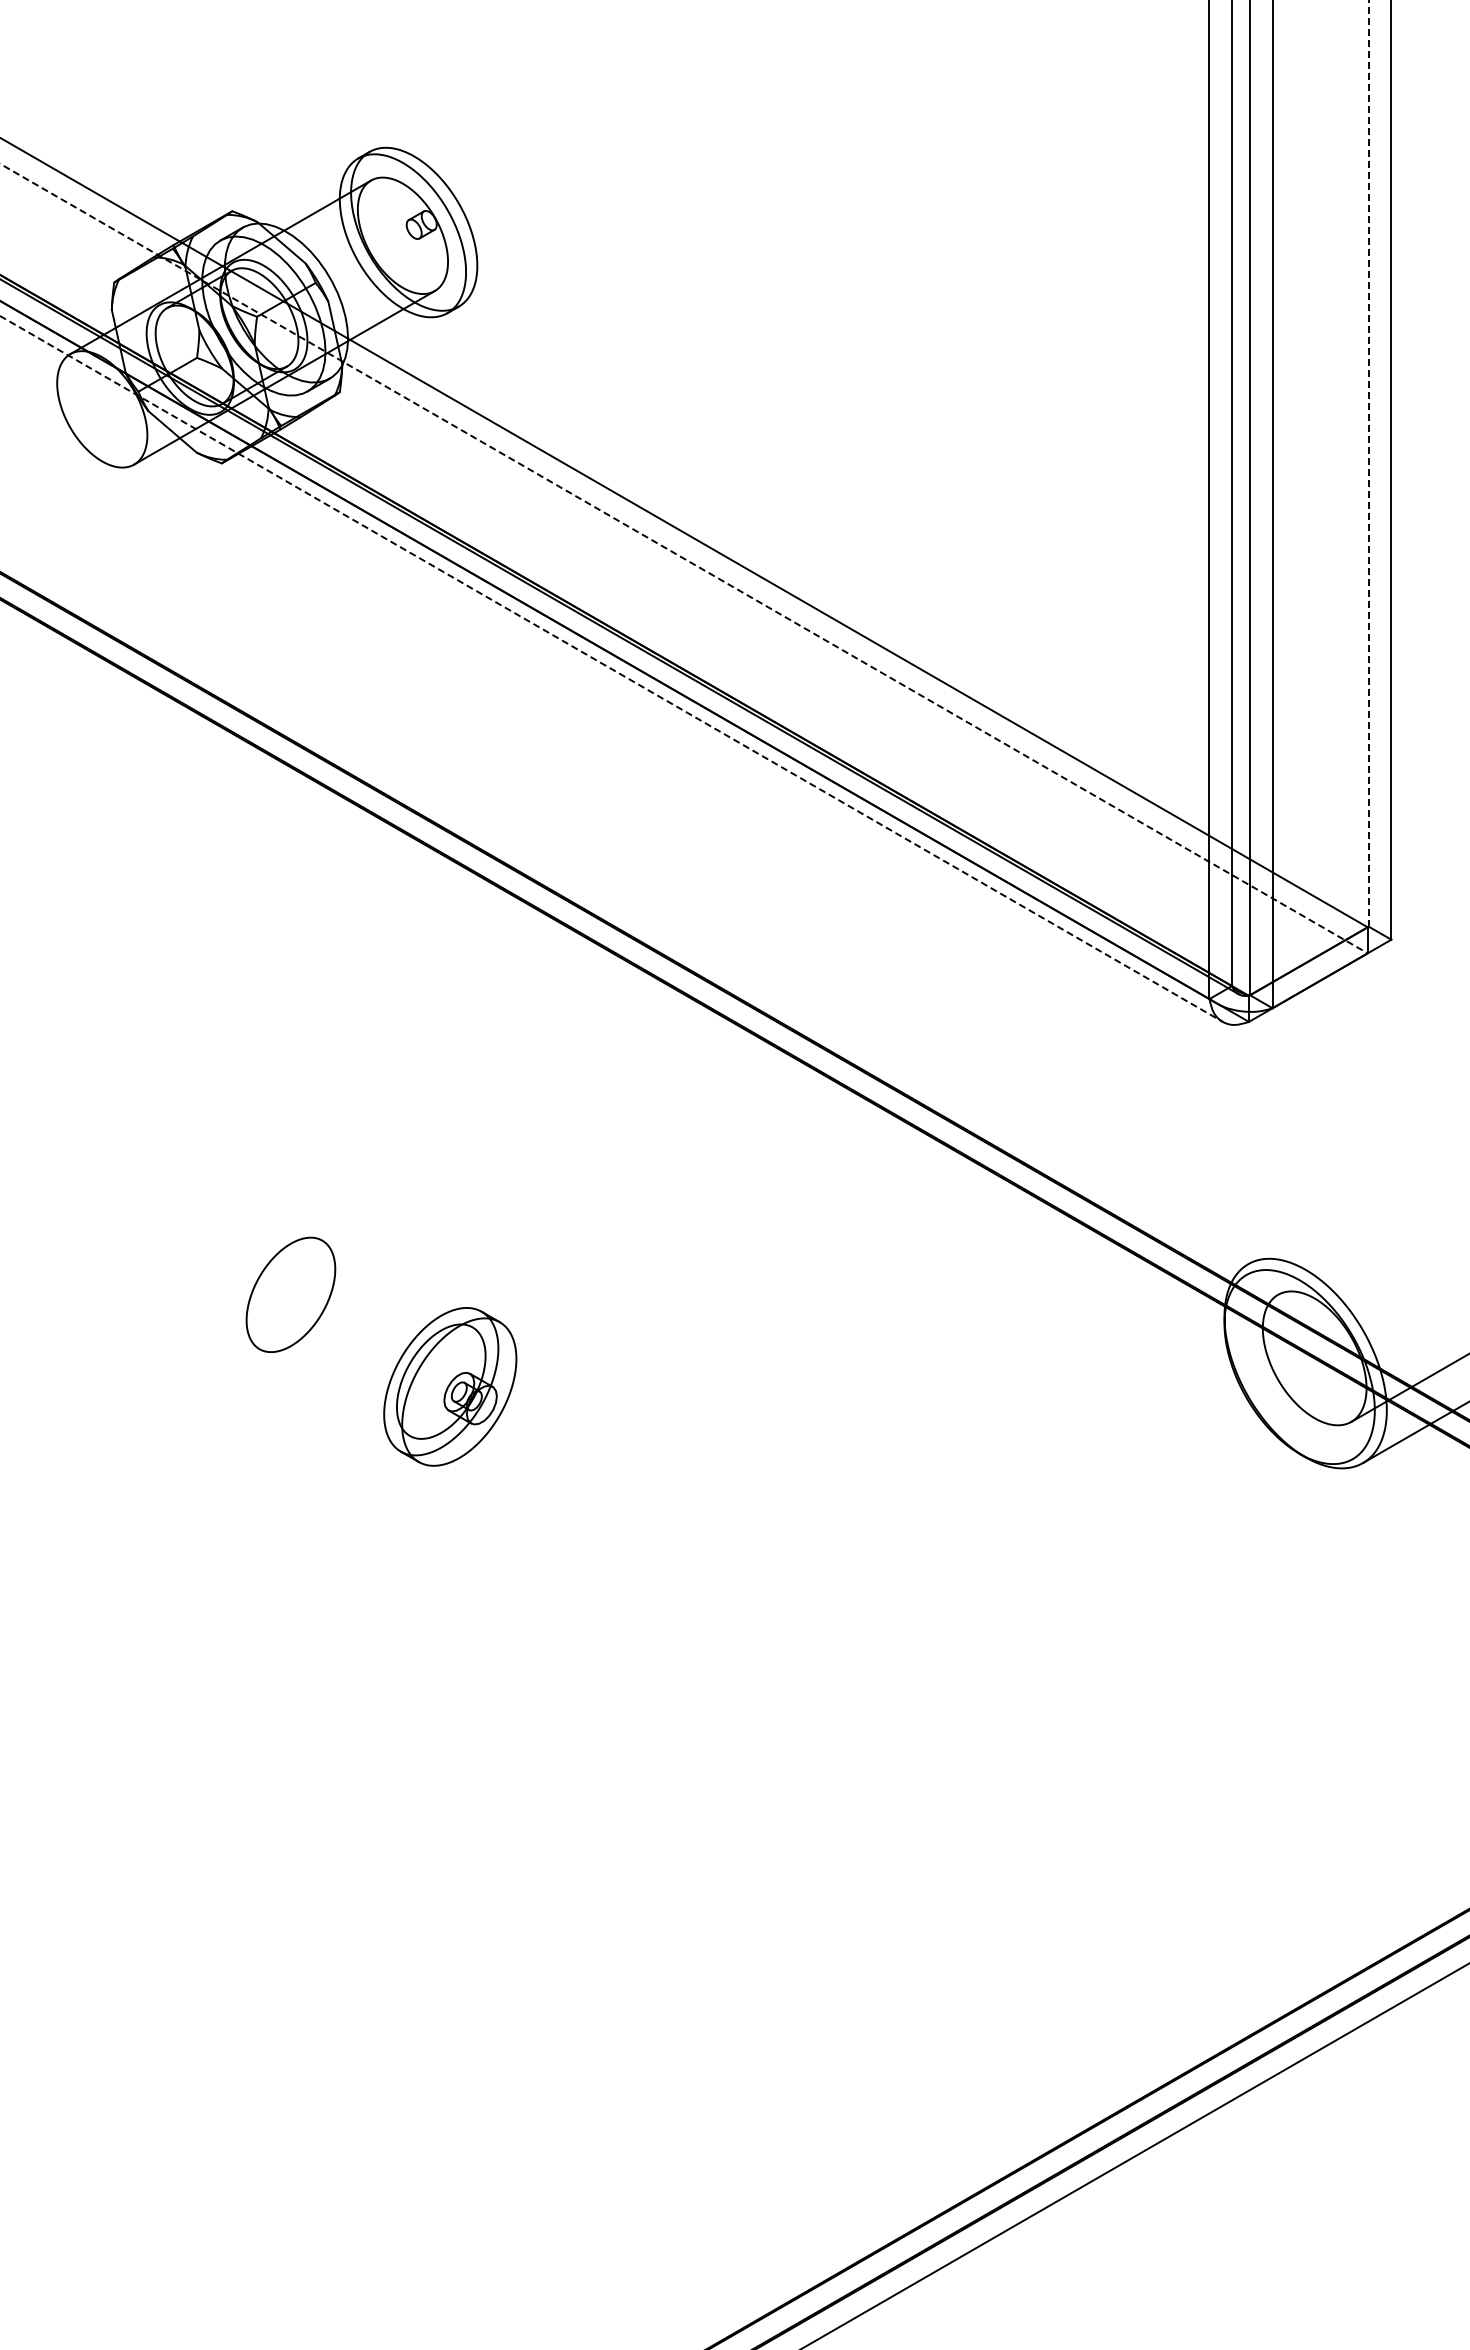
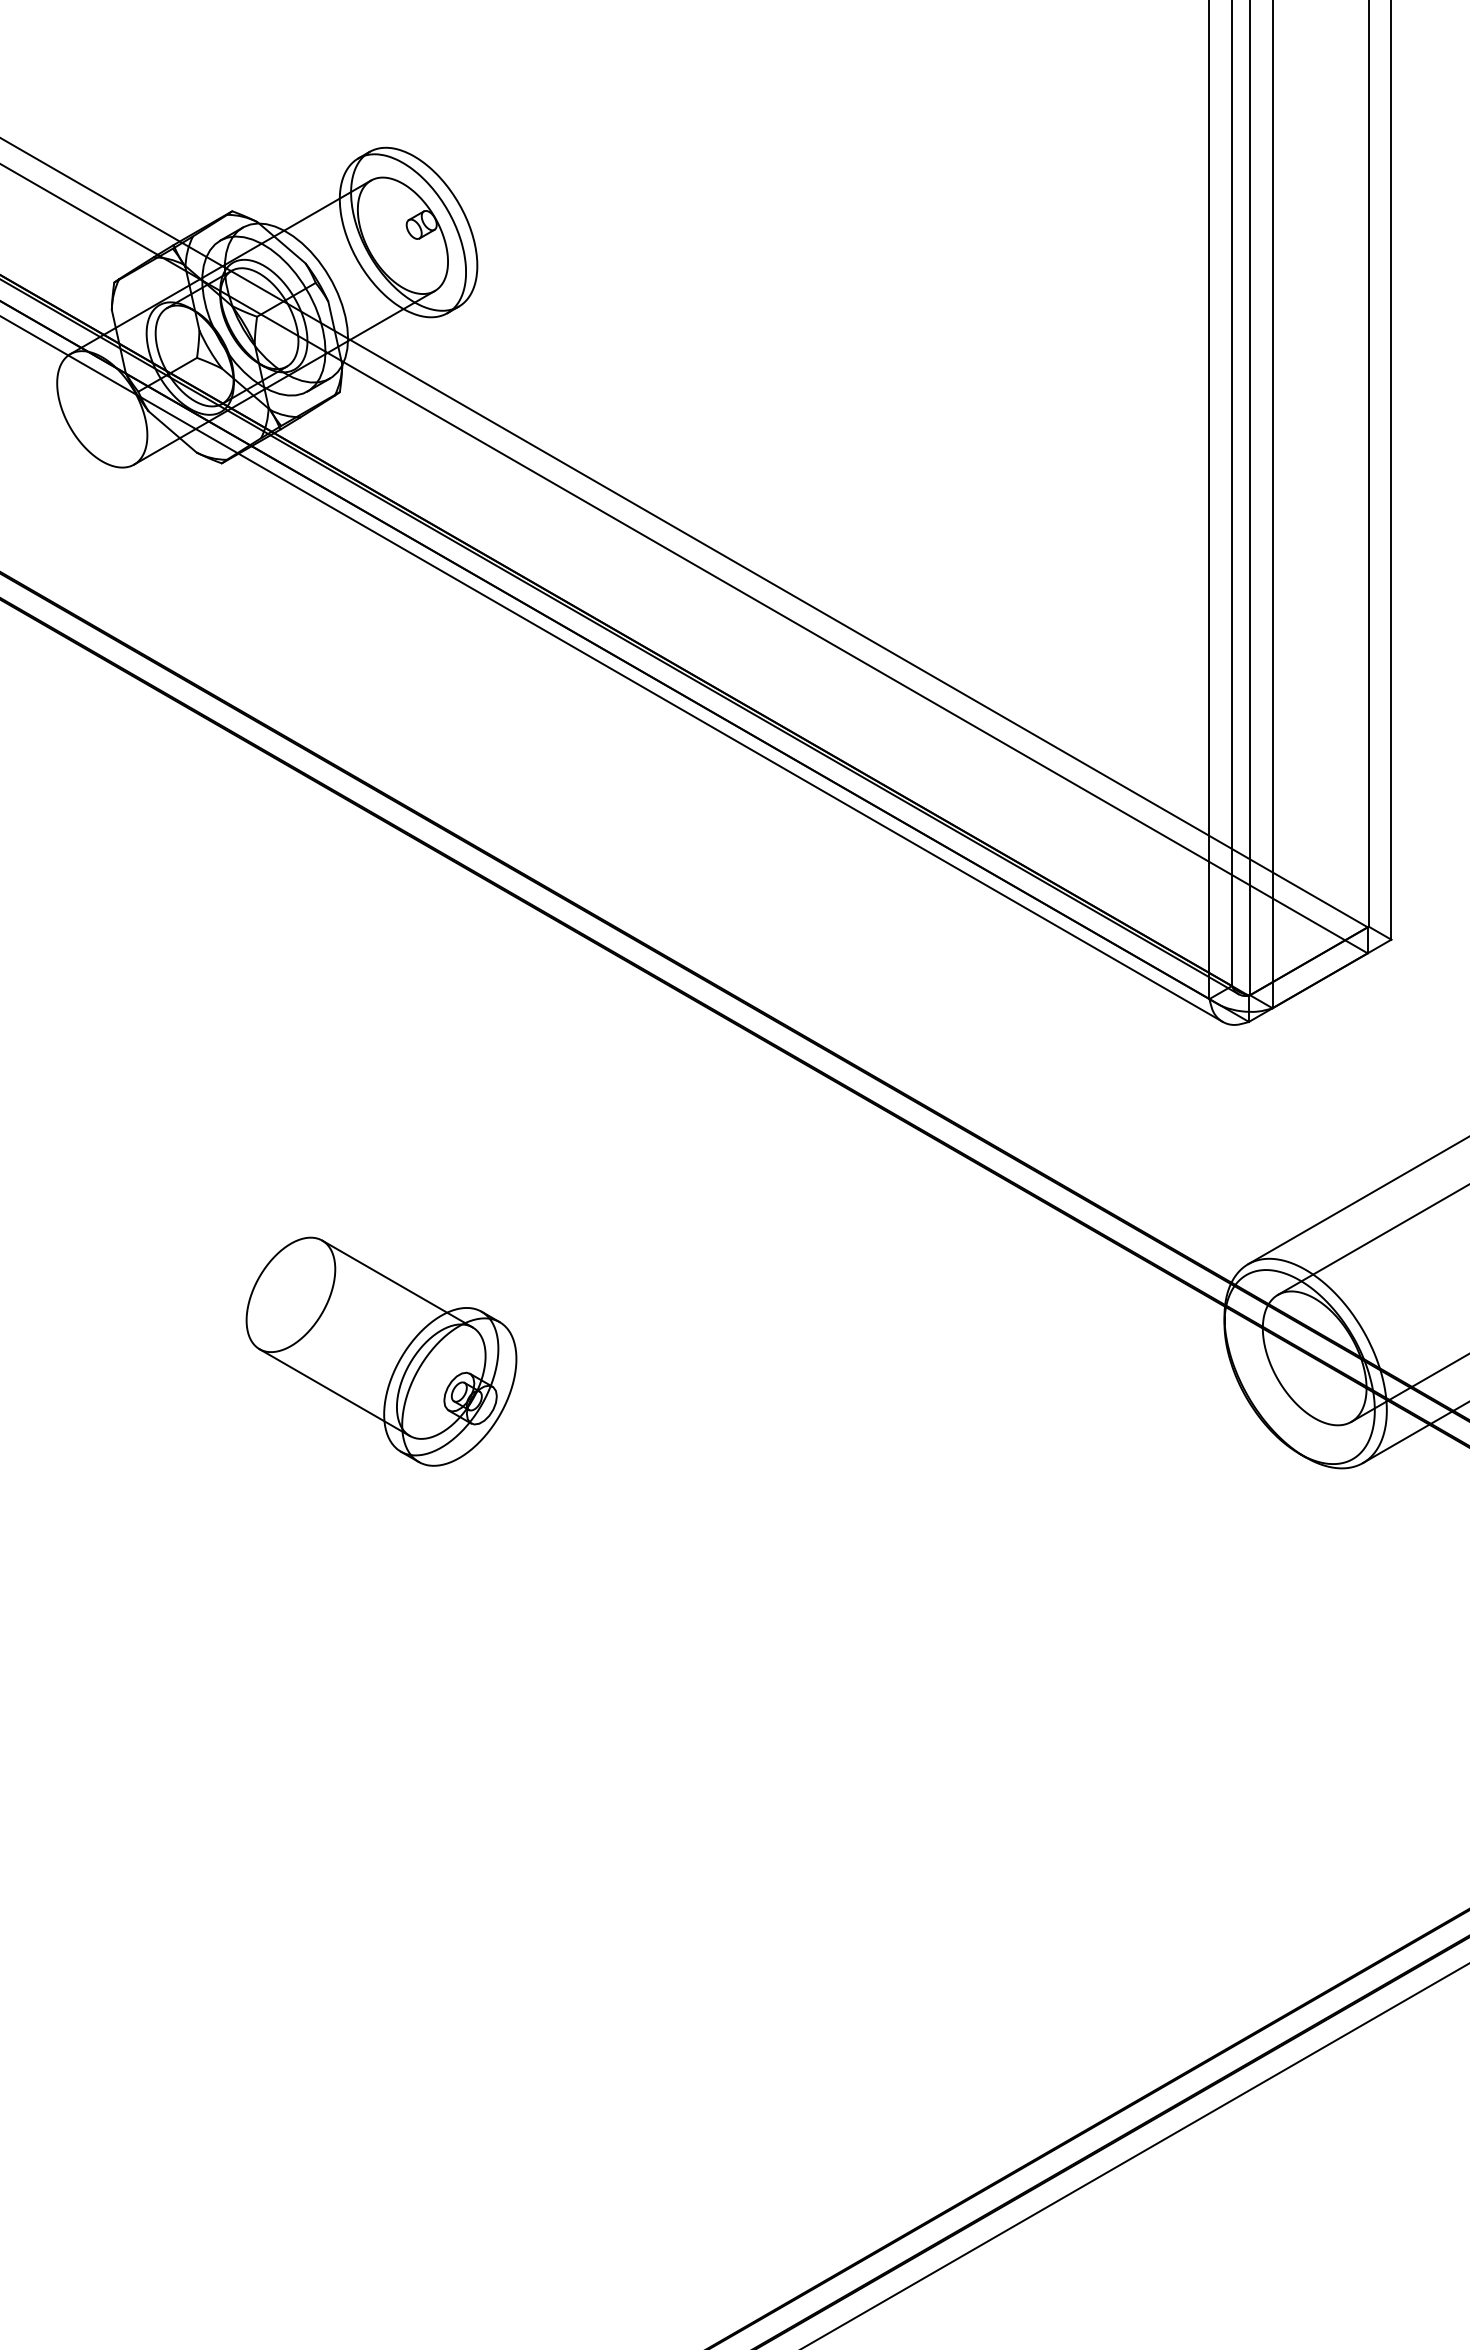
line at (1368, 463): dashed -> solid
line at (683, 558): dashed -> solid
line at (612, 669): dashed -> solid
line at (1357, 1200): none -> present
line at (1372, 1239): none -> present
line at (397, 1283): none -> present
line at (334, 1392): none -> present
